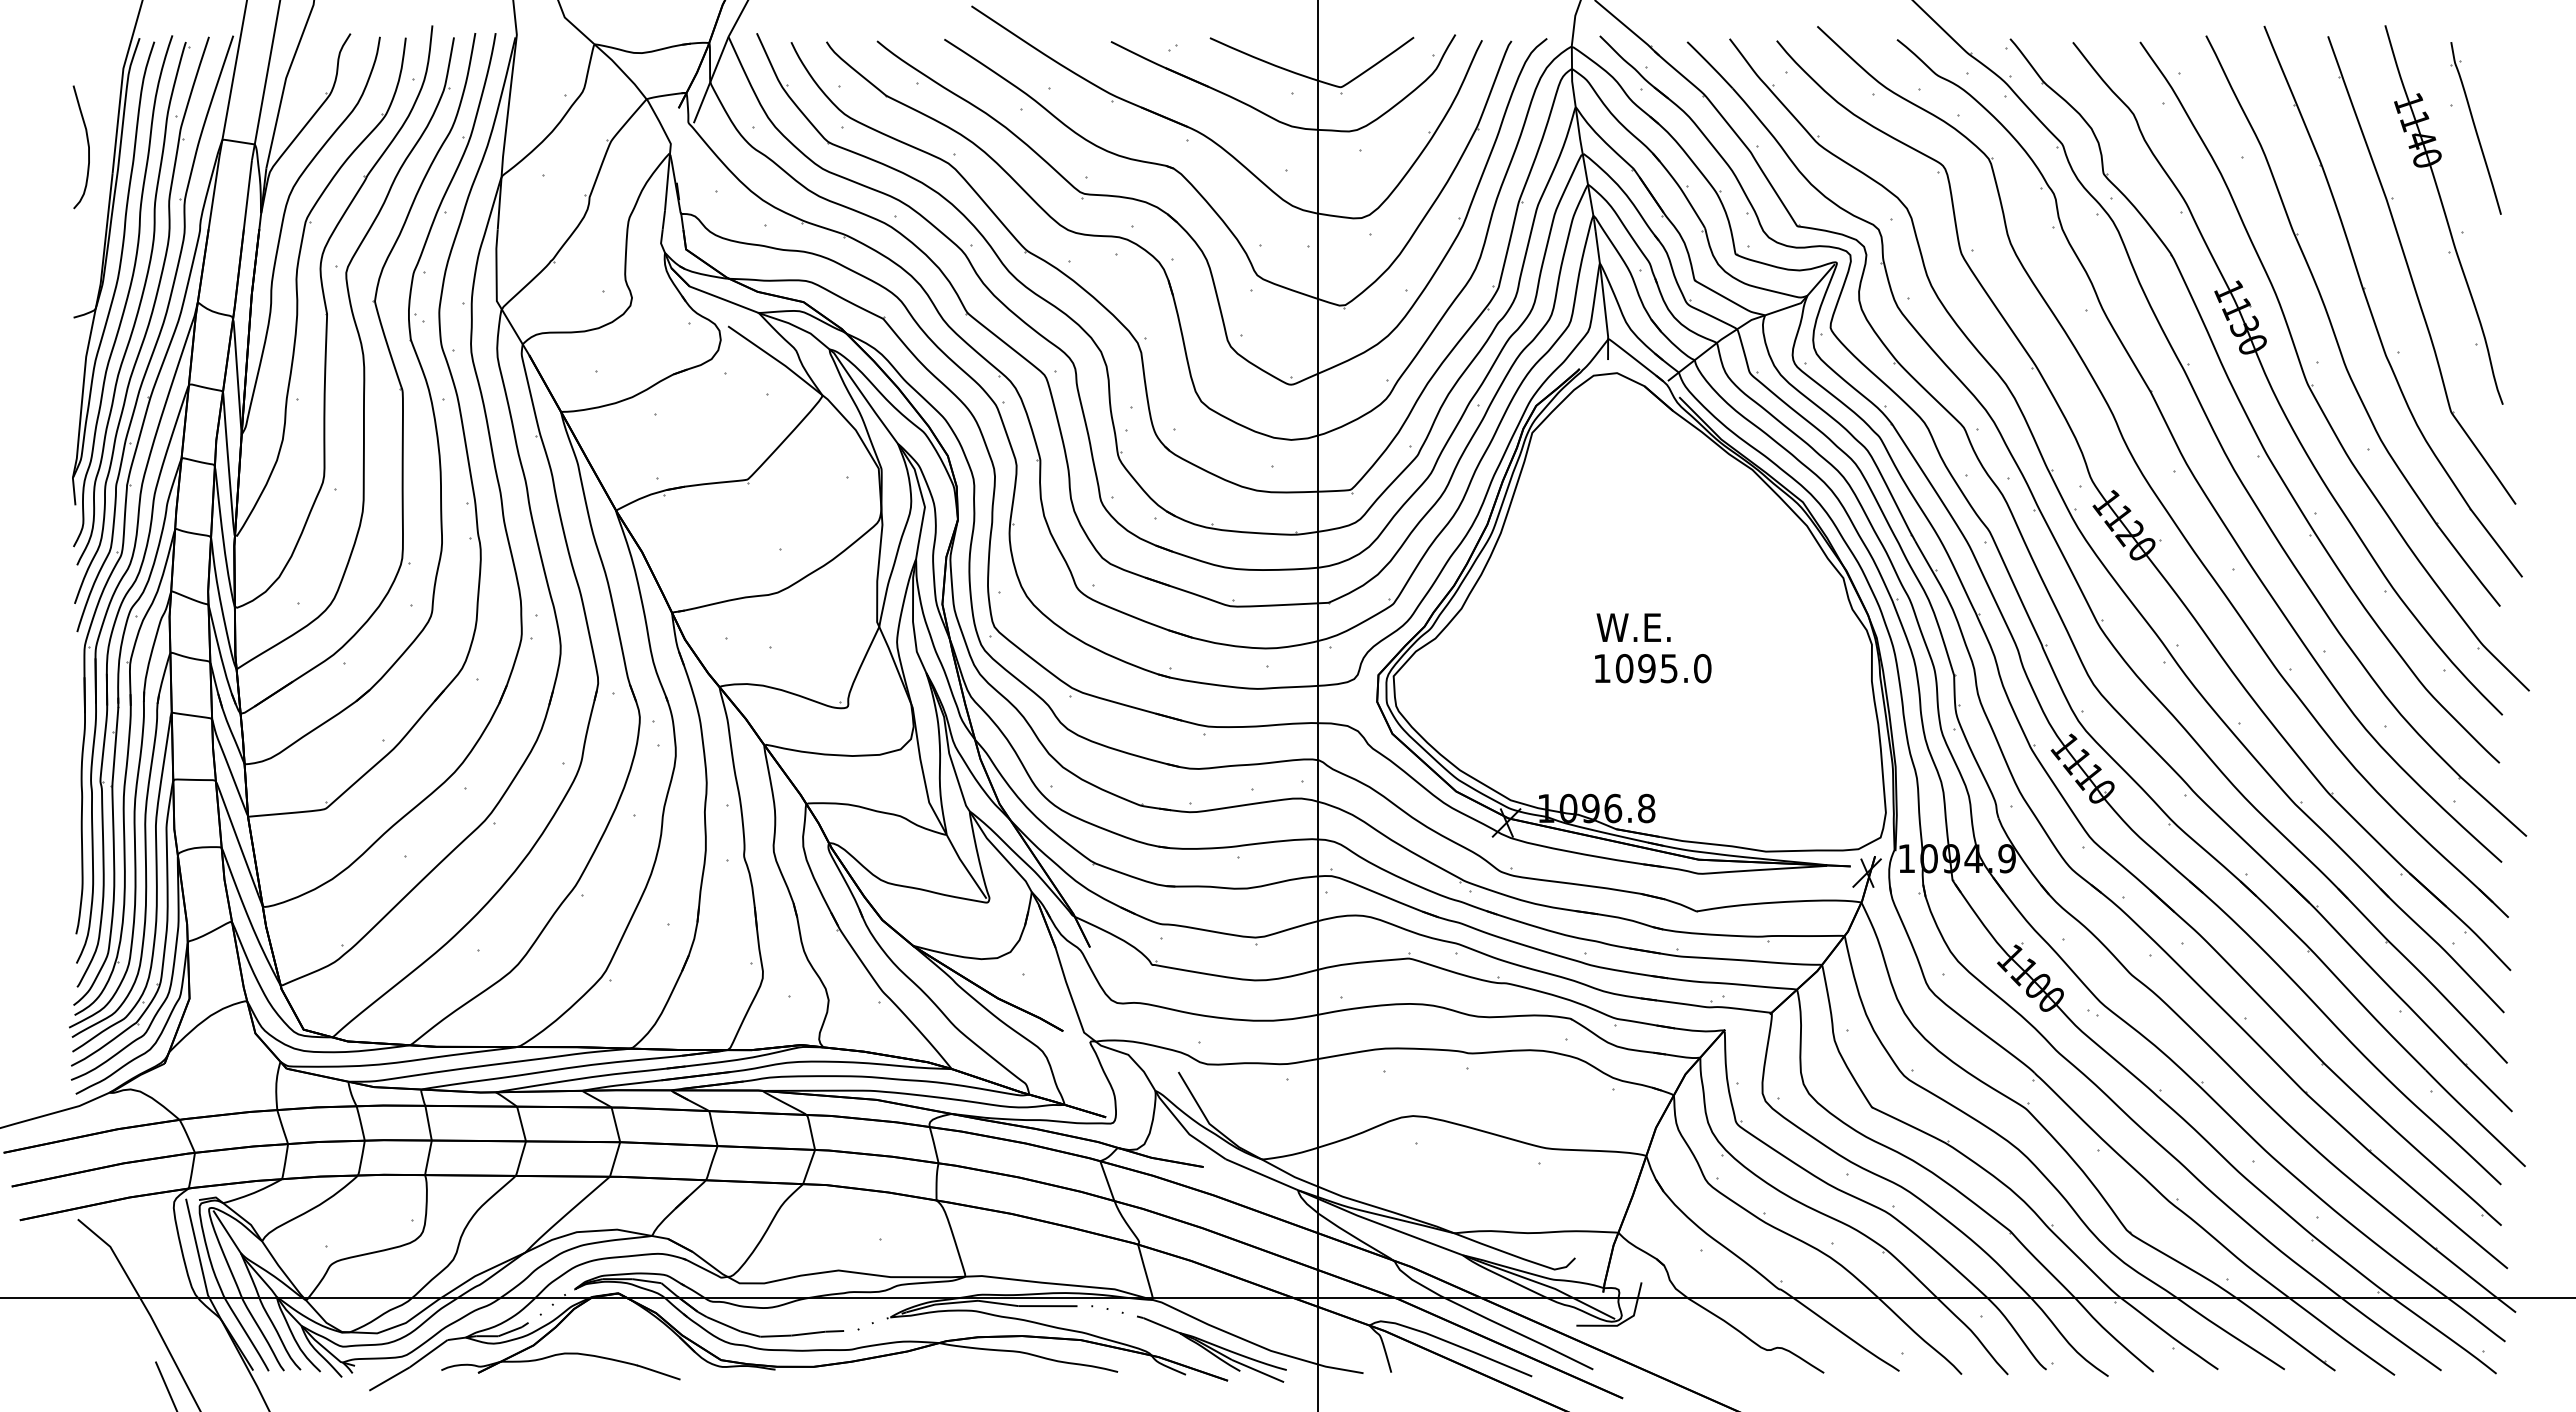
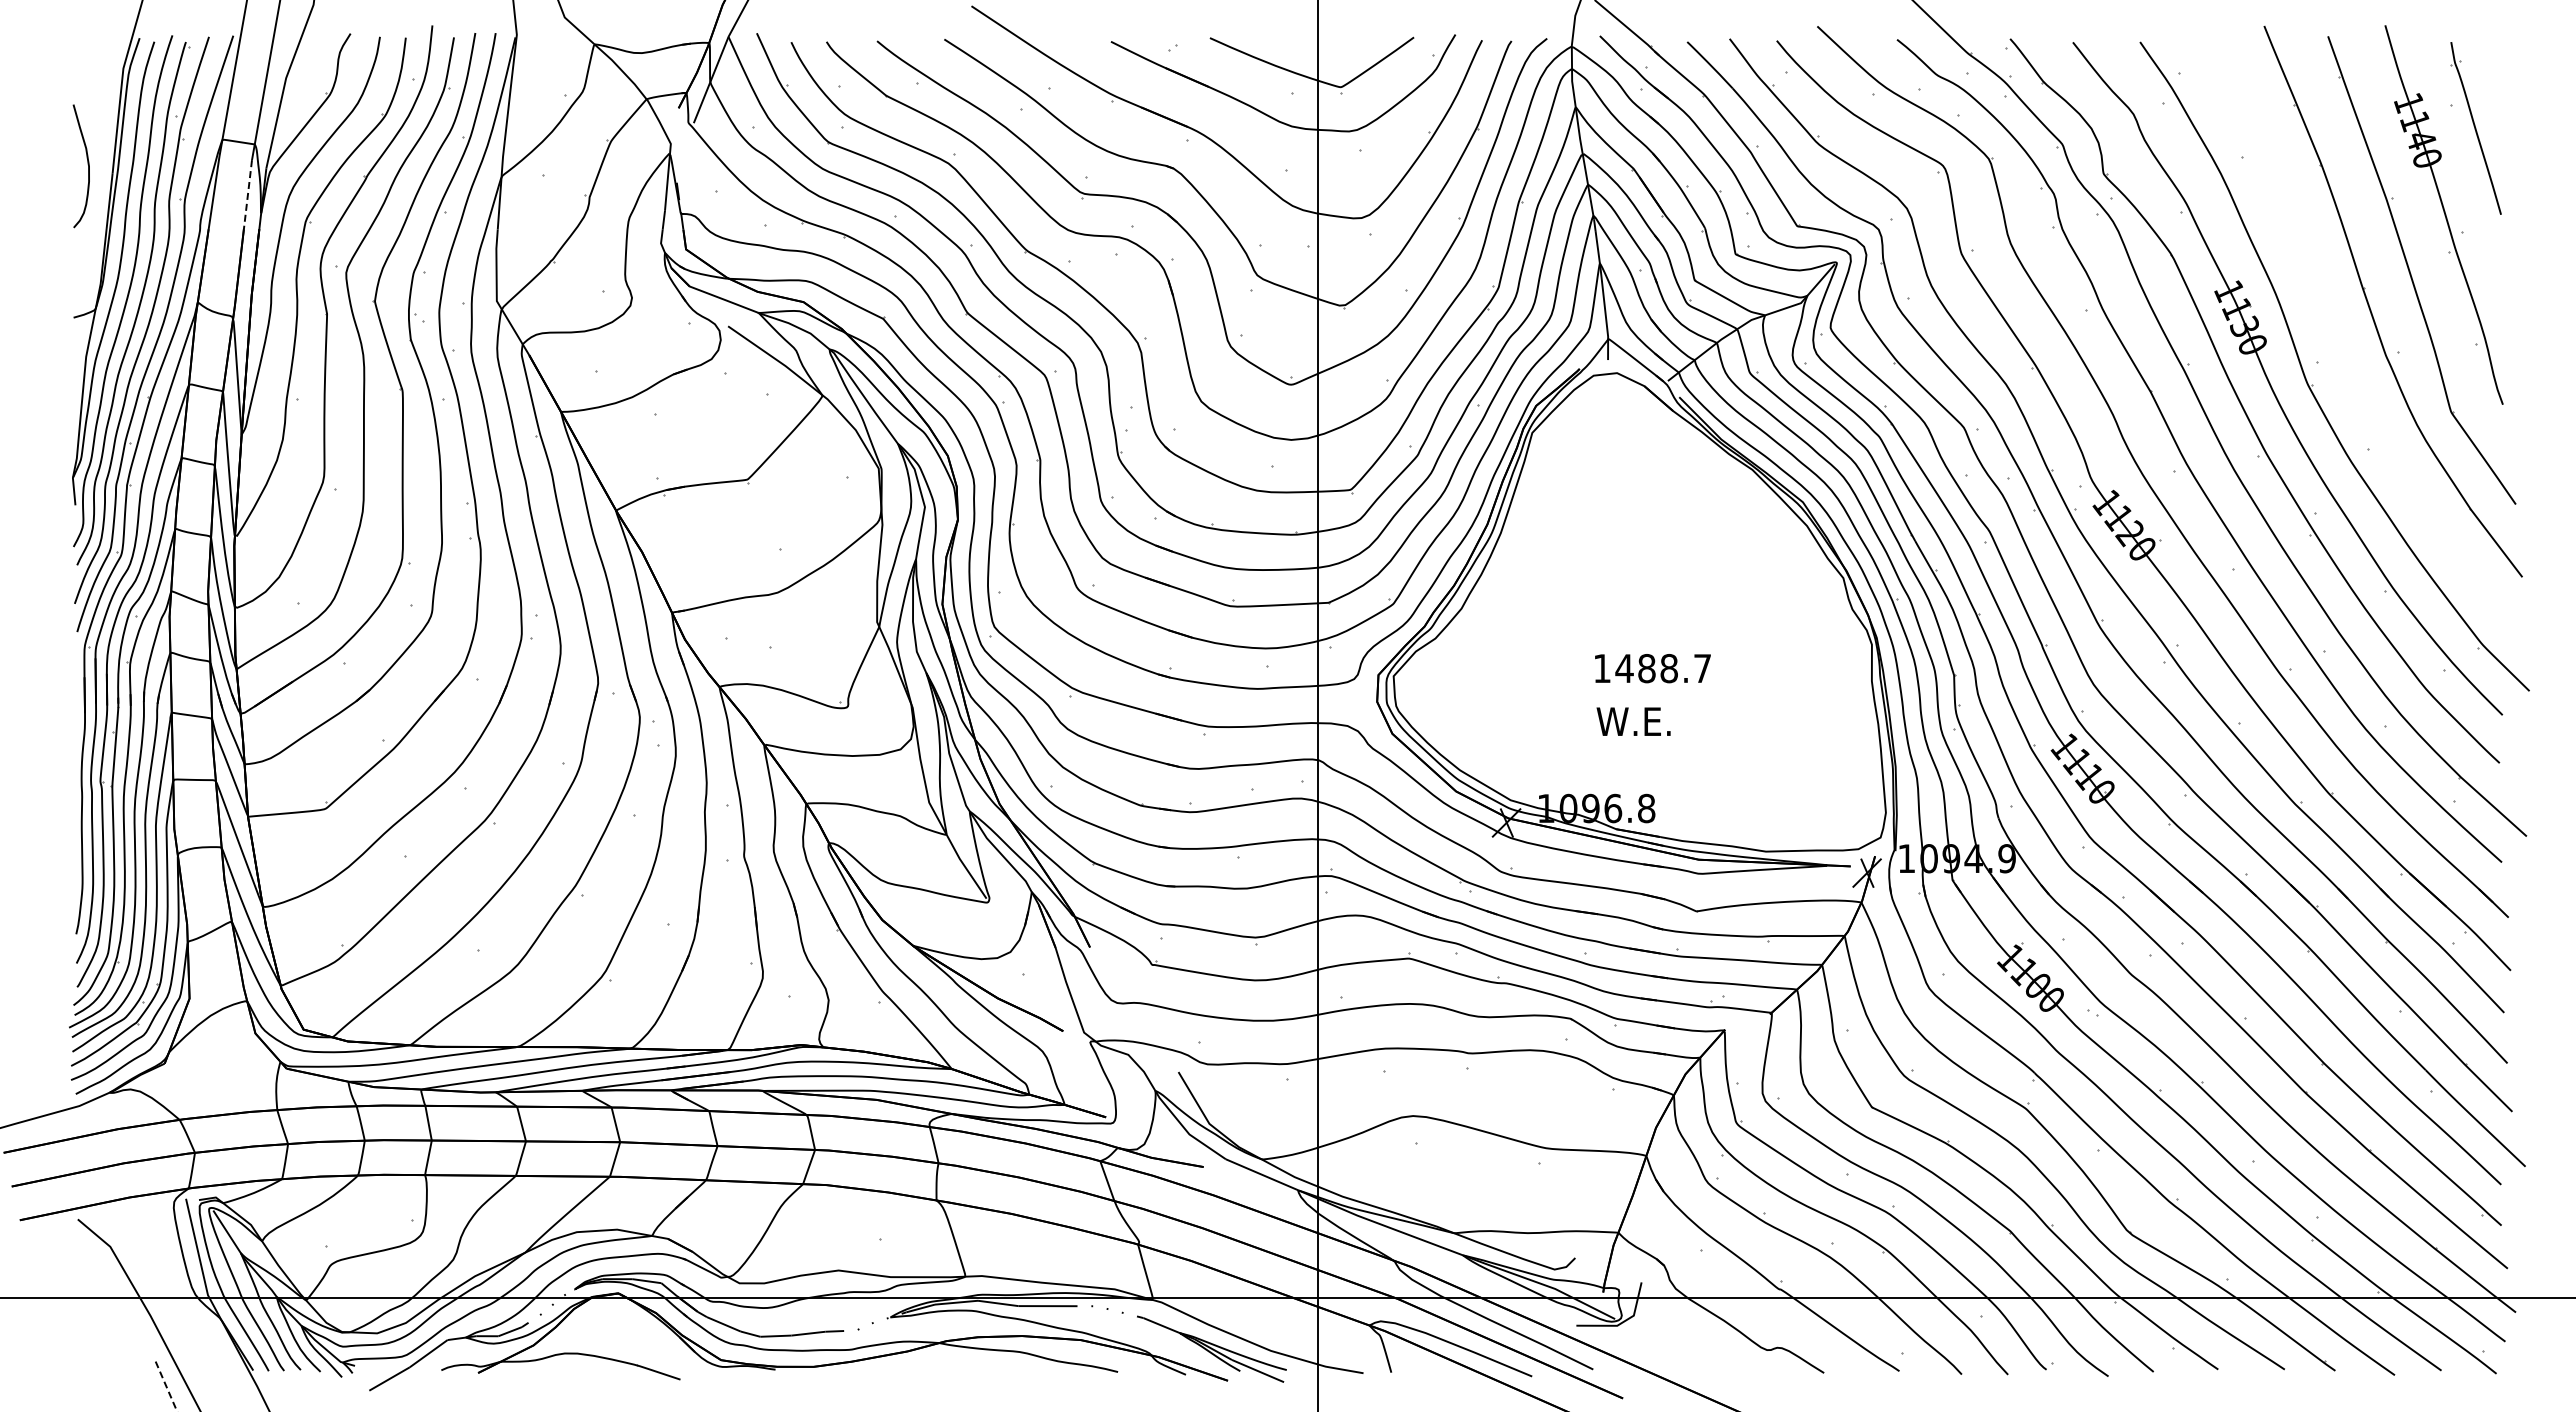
curve at (87, 145) position: (87, 145) -> (87, 164)
line at (247, 194): solid -> dashed
part at (2333, 327): present -> none
text at (1633, 627) position: (1633, 627) -> (1633, 721)
text at (1663, 668): 1095.0 -> 1488.7
line at (166, 1387): solid -> dashed
